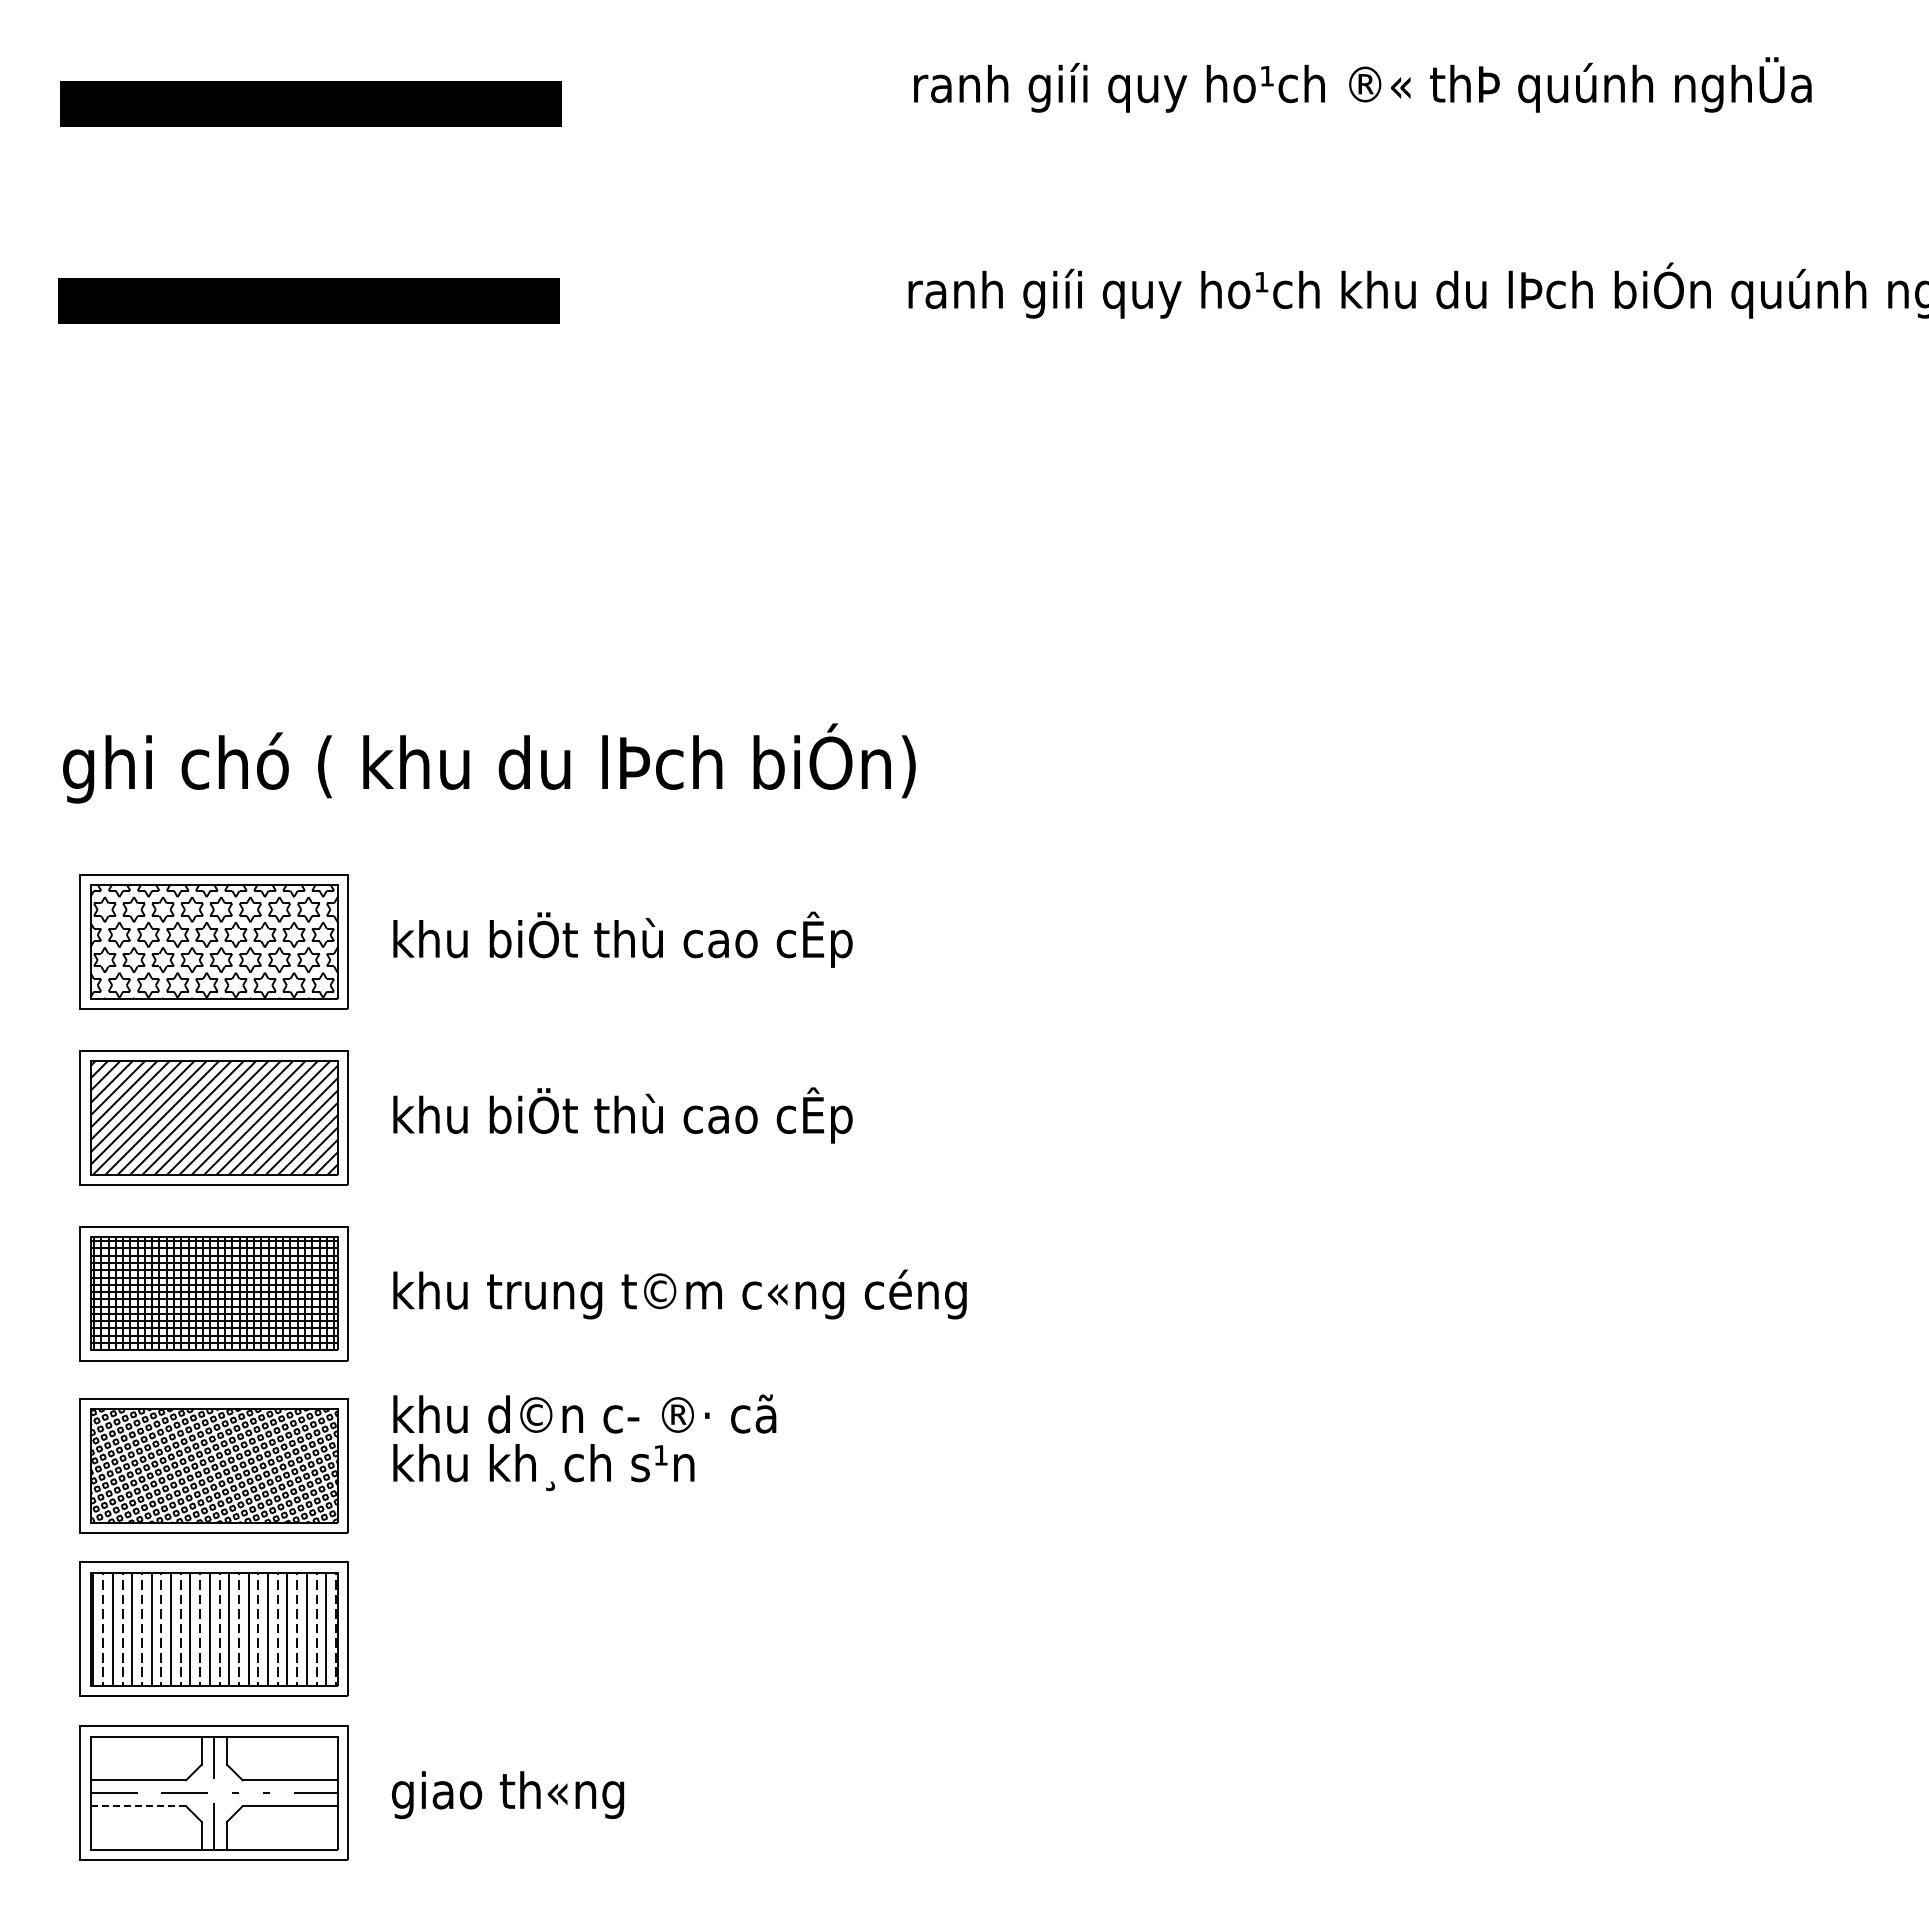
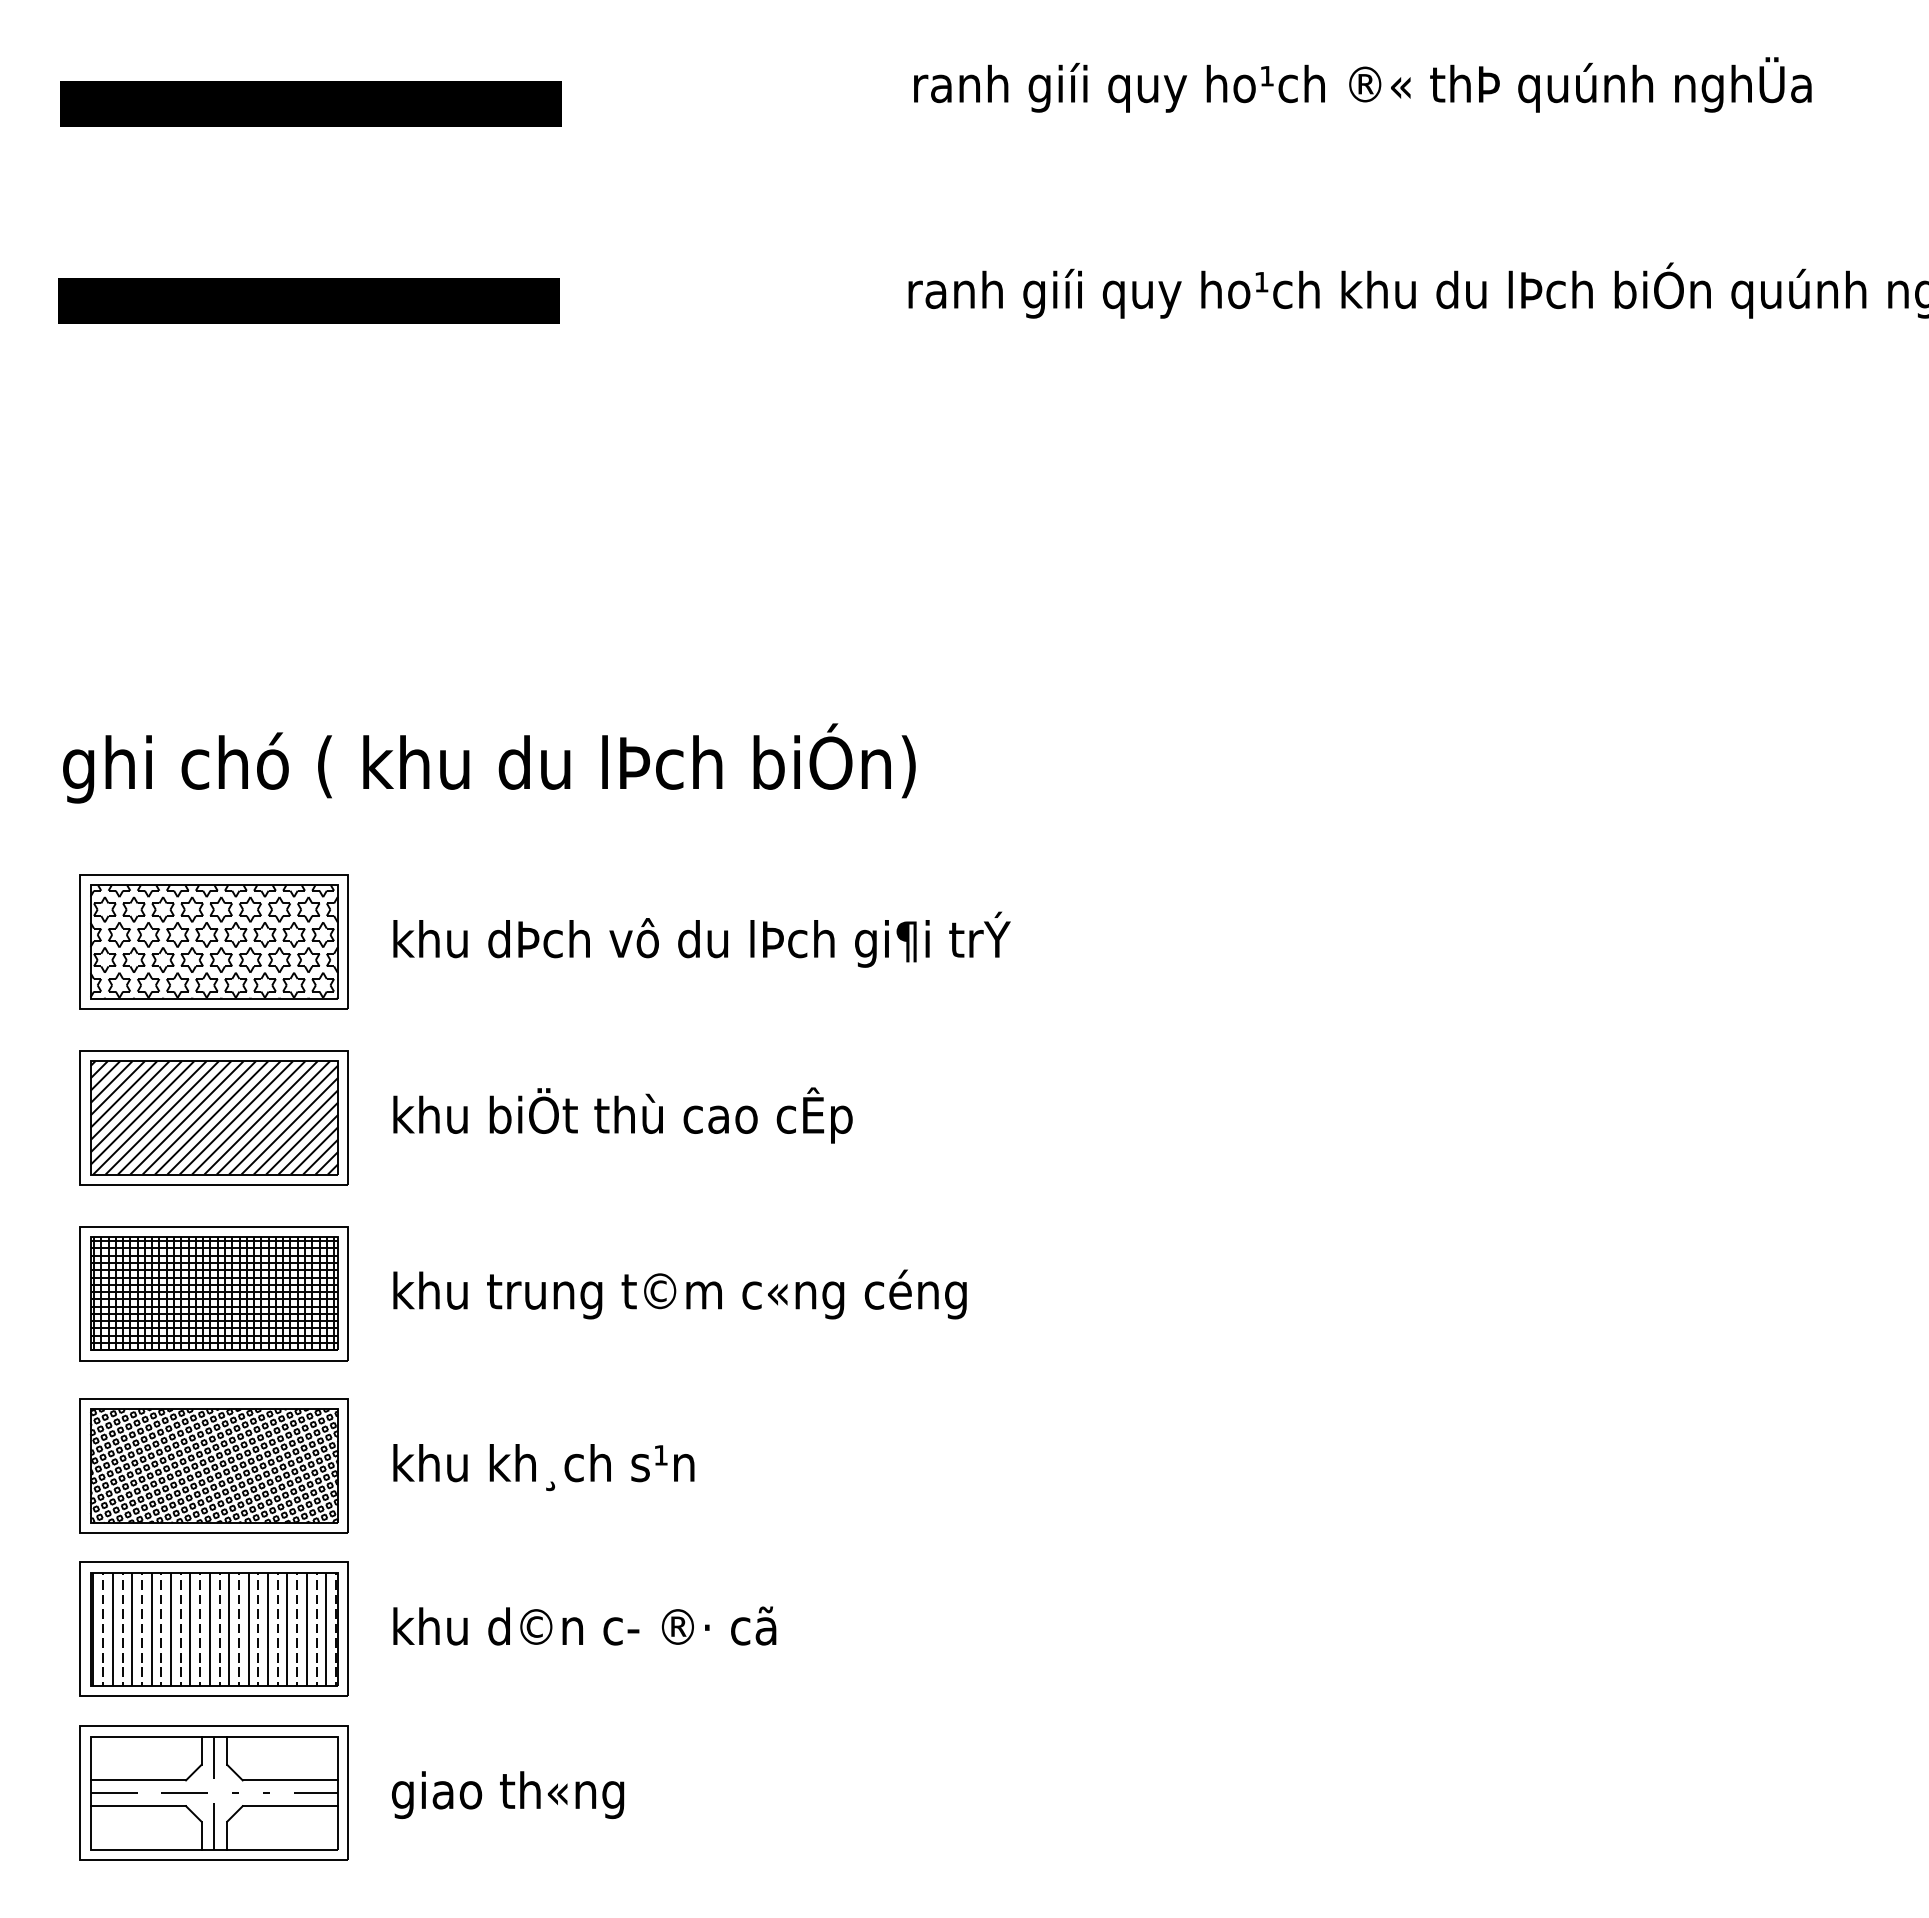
text at (749, 939): khu biÖt thù cao cÊp -> khu dÞch vô du lÞch gi¶i trÝ
text at (584, 1413) position: (584, 1413) -> (584, 1625)
line at (138, 1806): dashed -> solid
